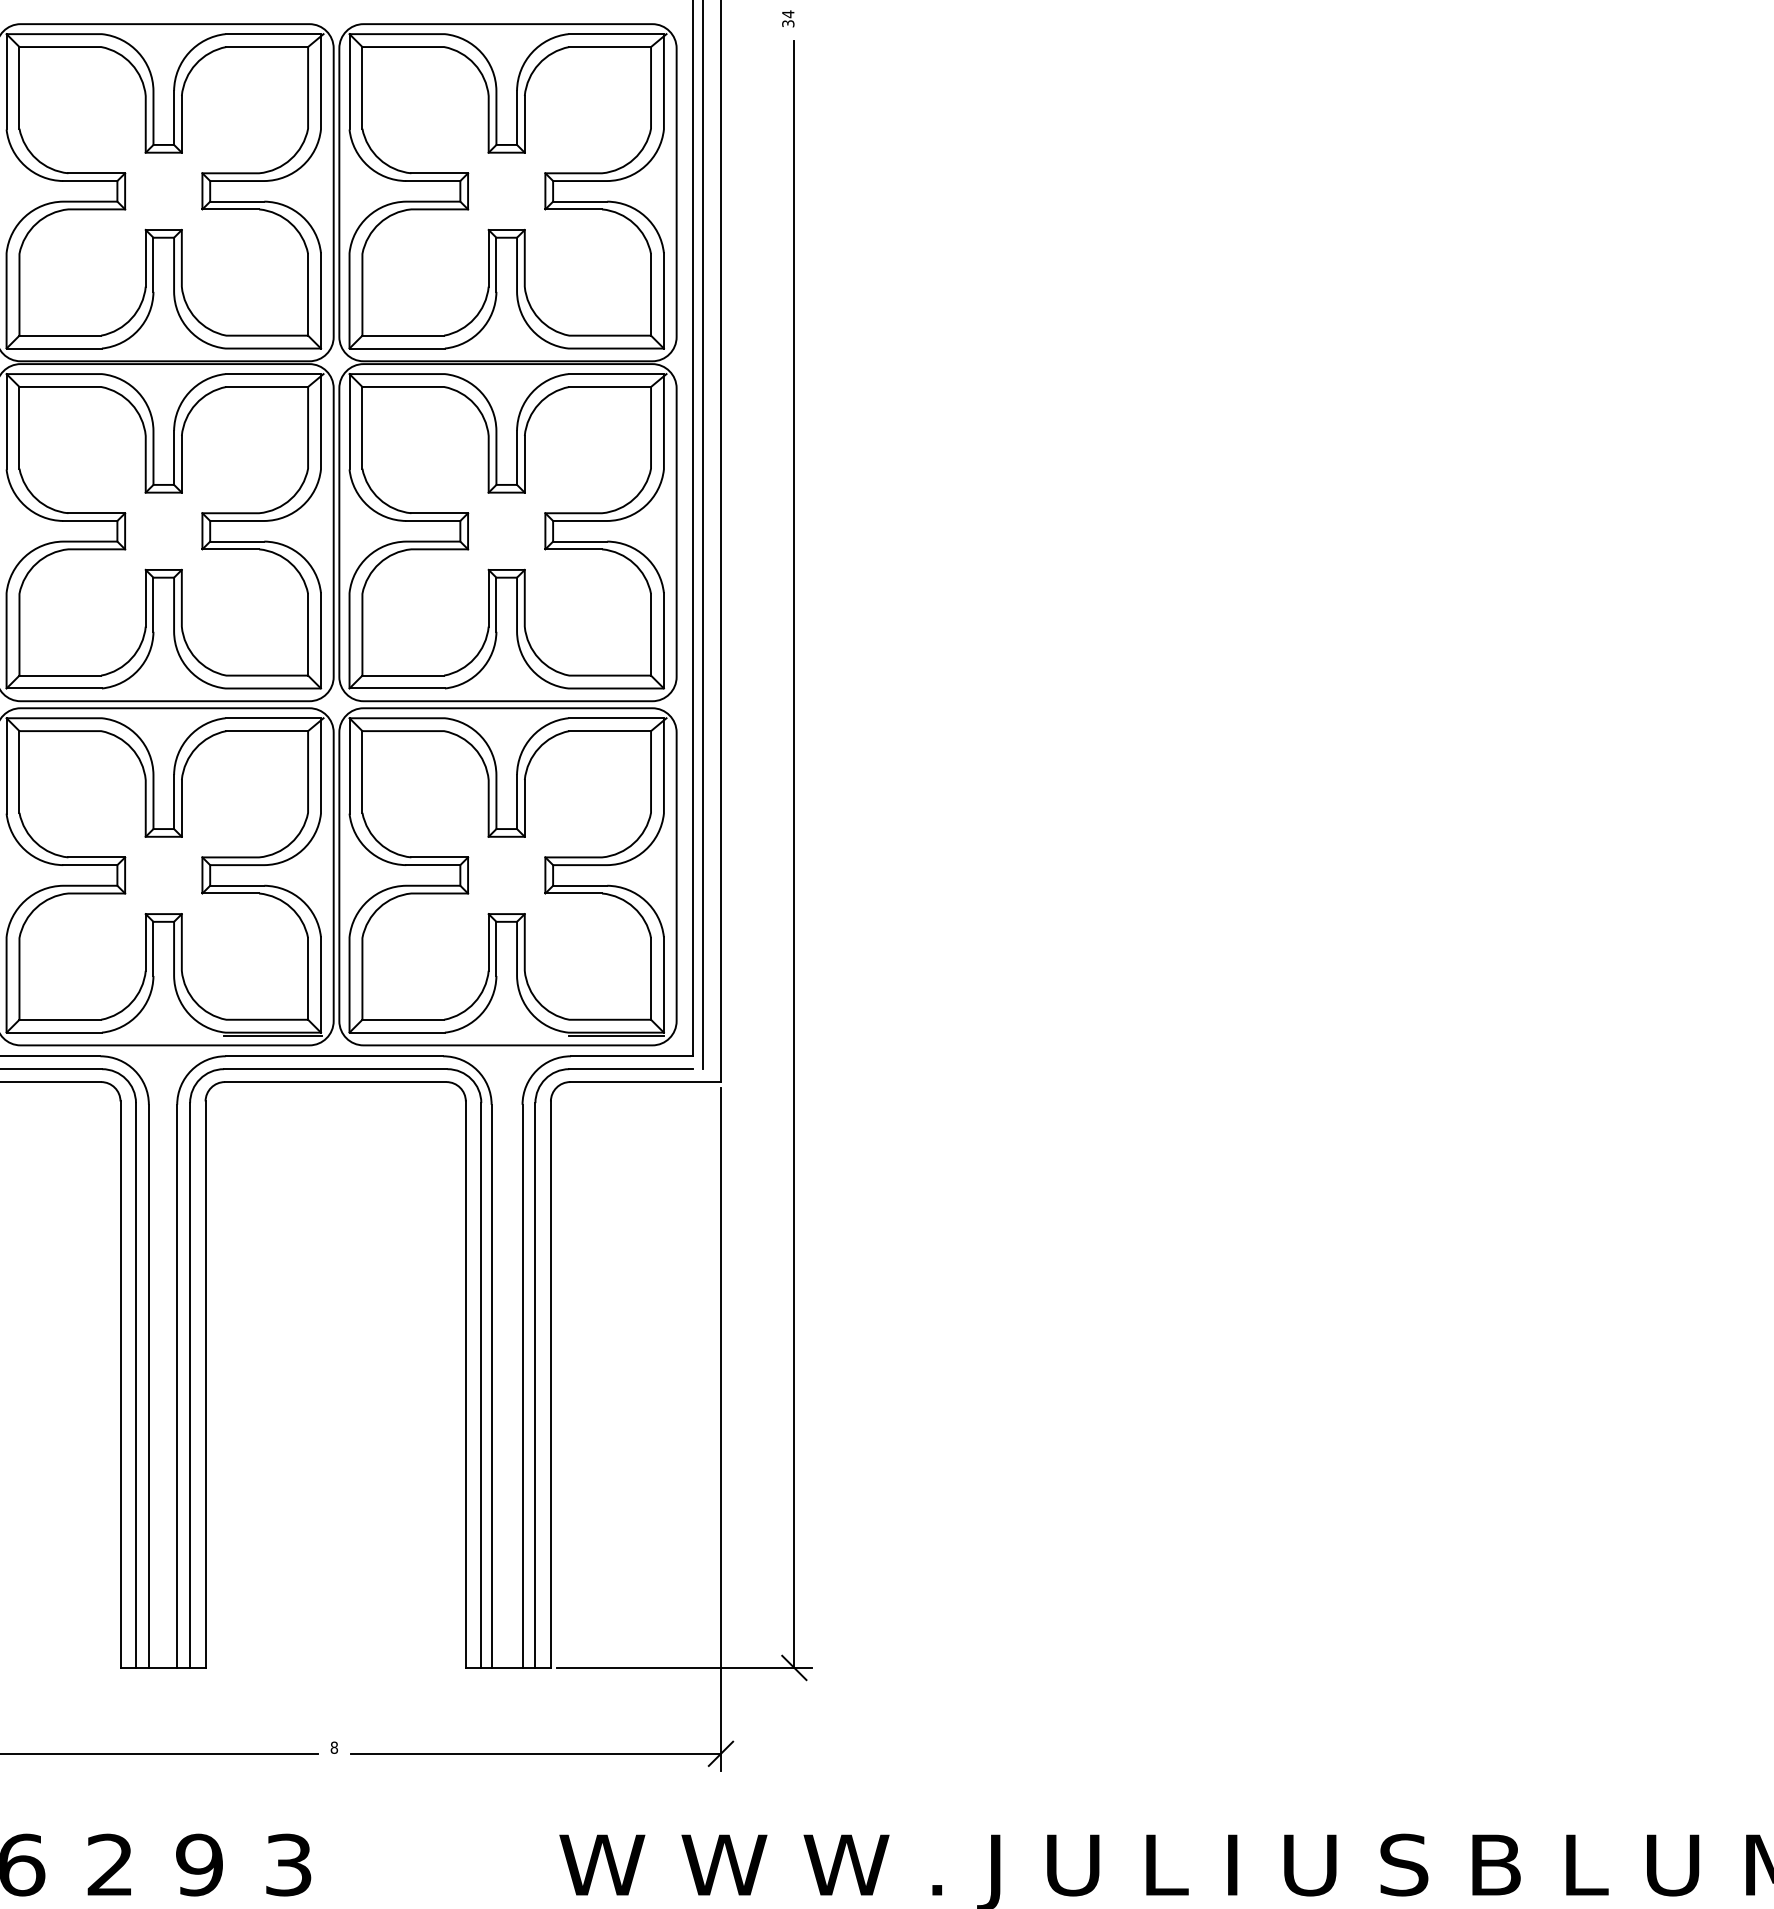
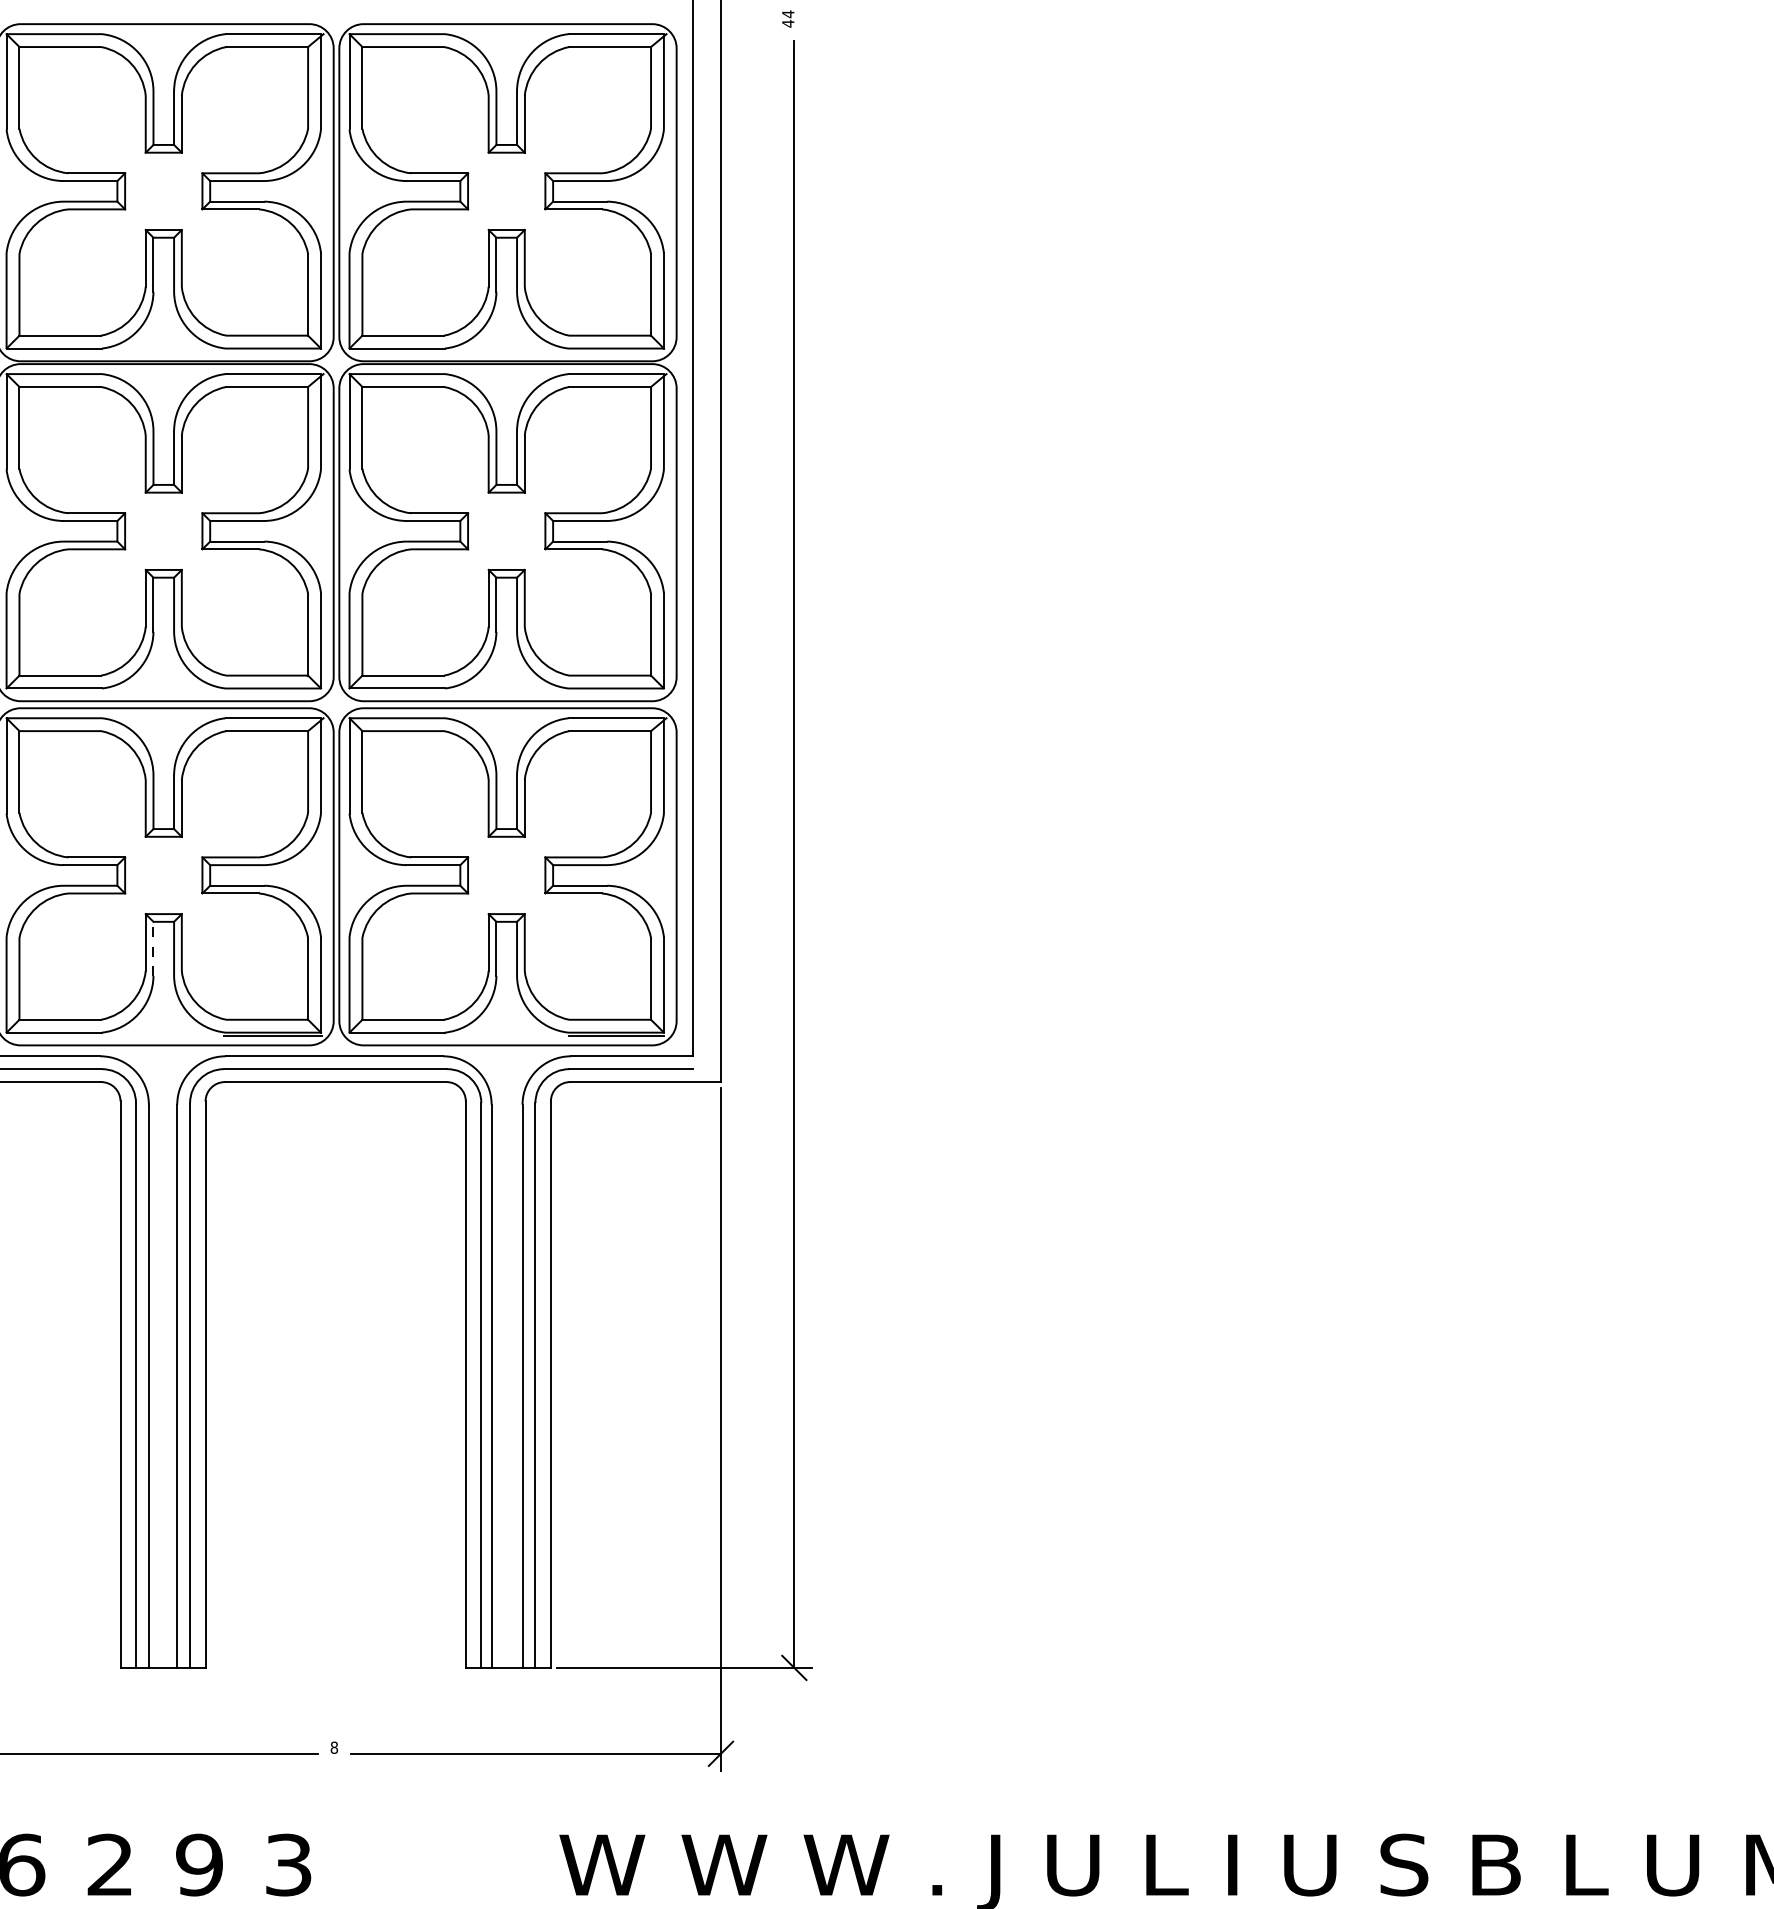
text at (788, 23): 34 -> 44
line at (702, 535): present -> none
line at (153, 948): solid -> dashed
